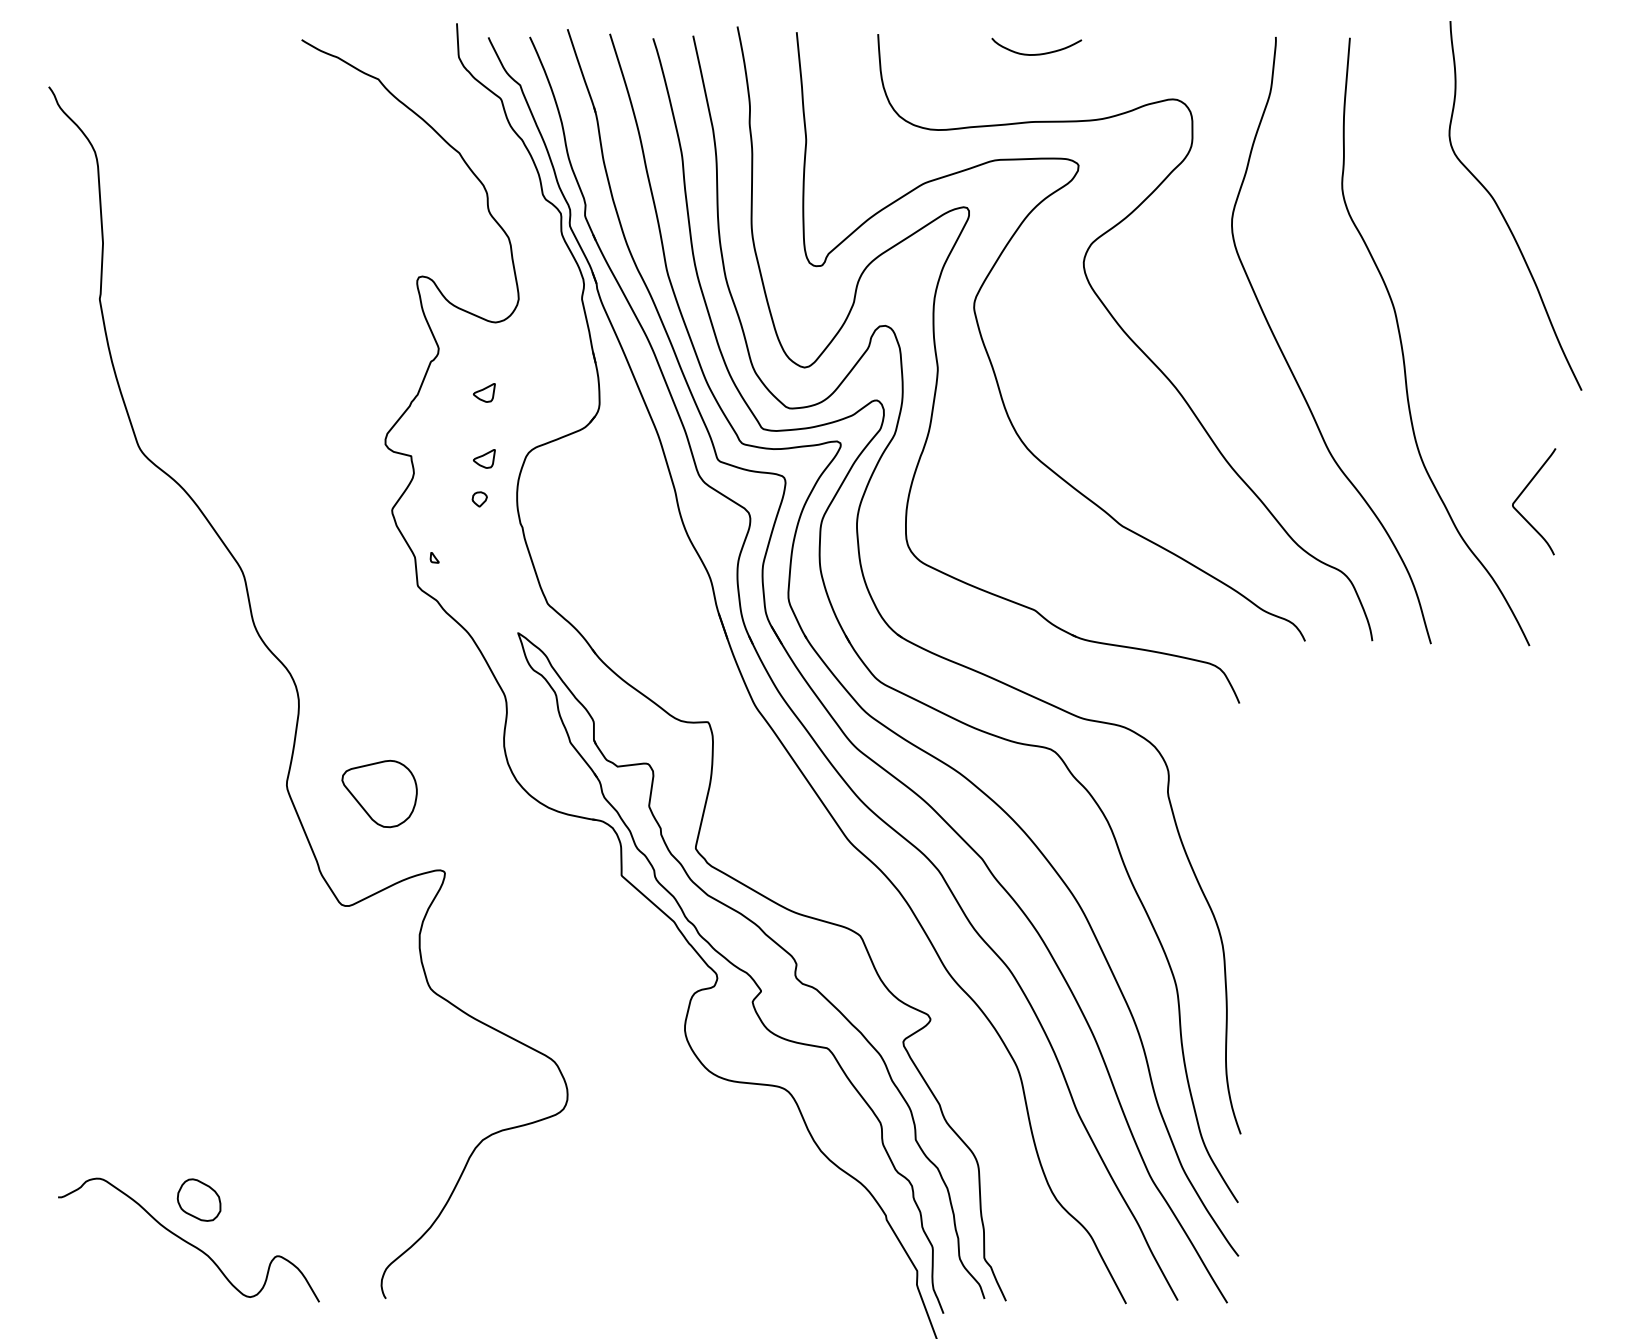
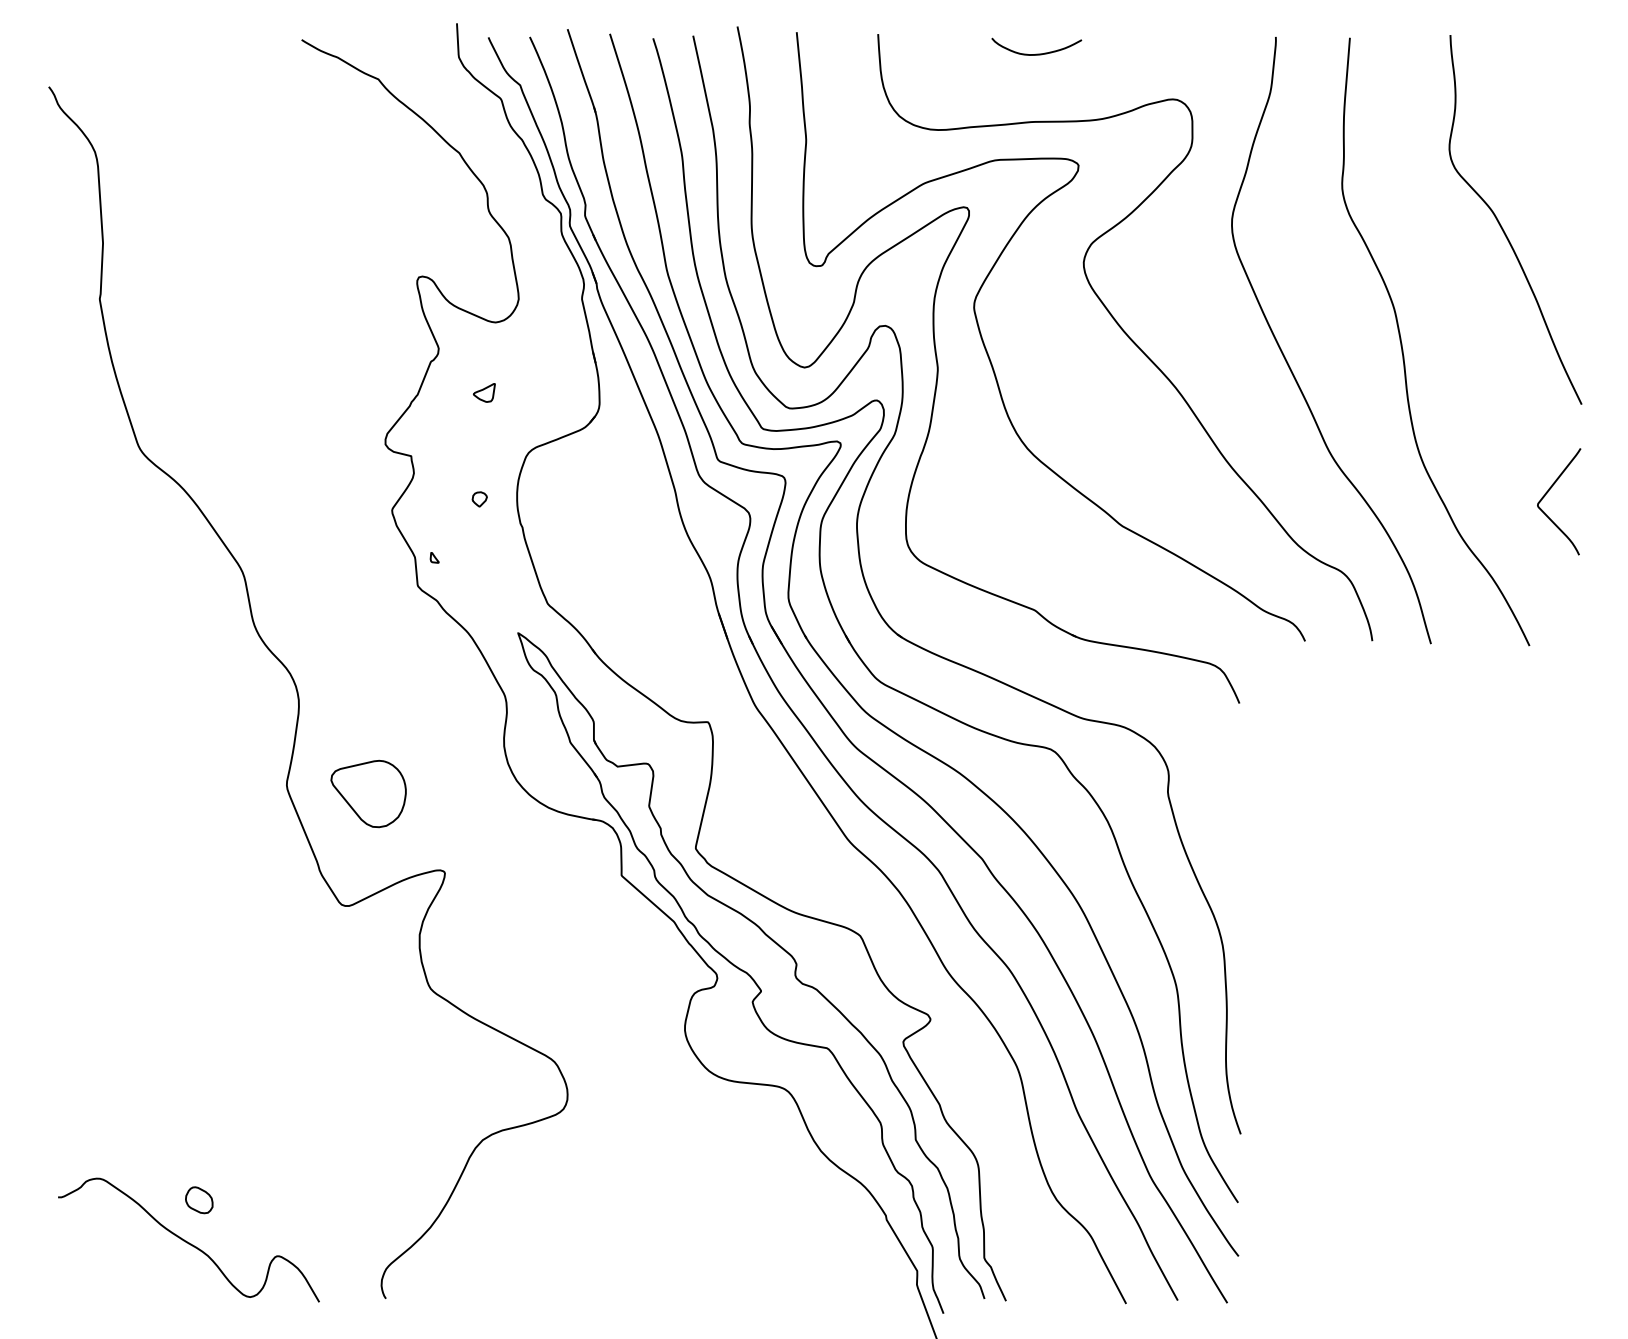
curve at (1502, 212) position: (1502, 212) -> (1502, 226)
part at (484, 458): present -> none
curve at (1523, 492) position: (1523, 492) -> (1548, 492)
part at (379, 793) position: (379, 793) -> (368, 793)
part at (198, 1199) size: 46x44 px -> 29x29 px
